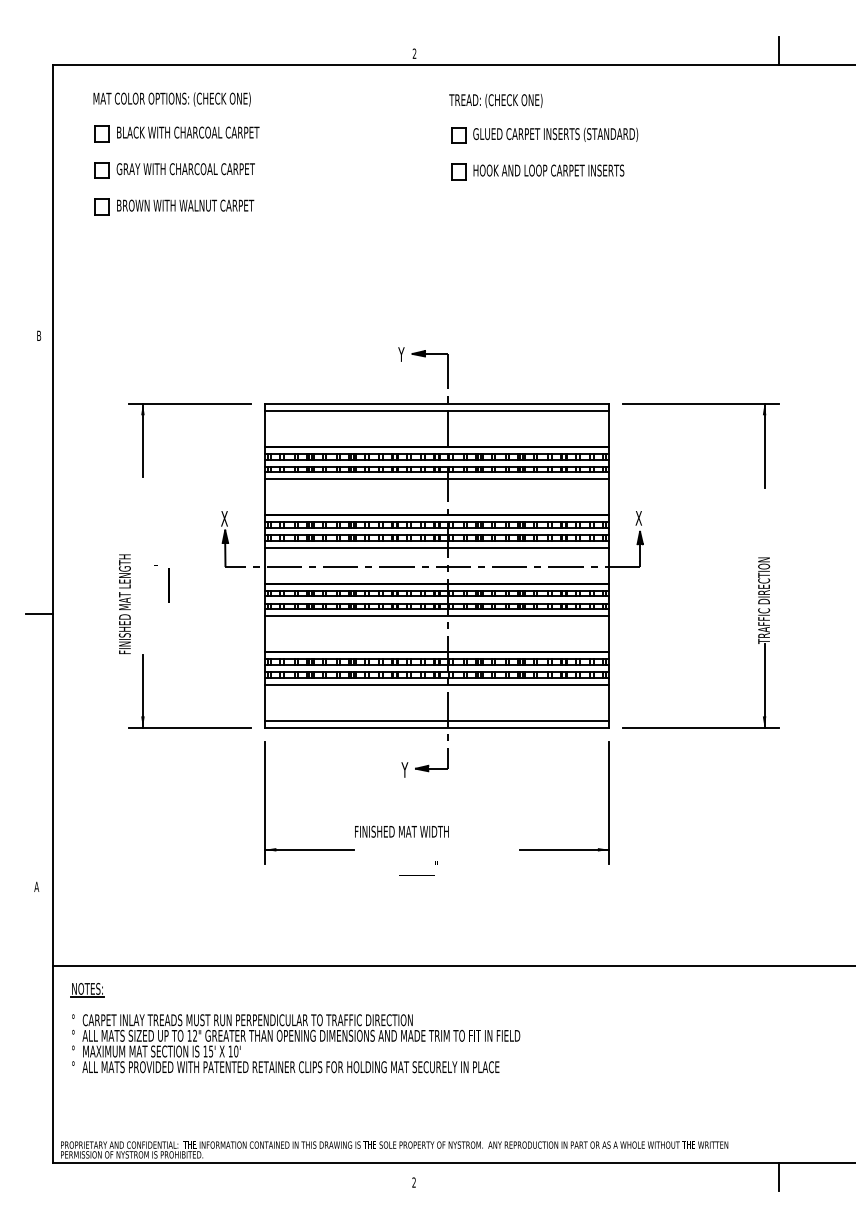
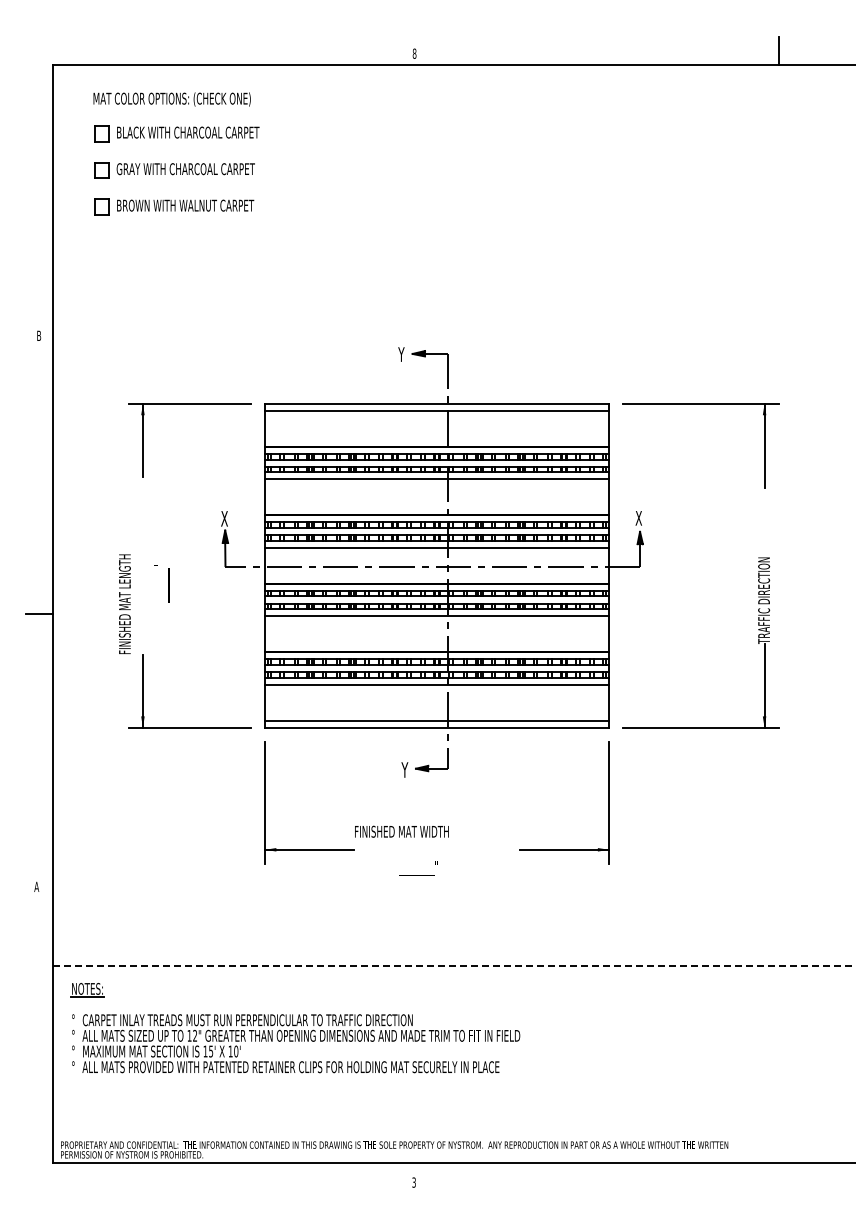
text at (414, 53): 2 -> 8
part at (543, 137): present -> none
line at (454, 965): solid -> dashed
line at (778, 1177): present -> none
text at (413, 1182): 2 -> 3
